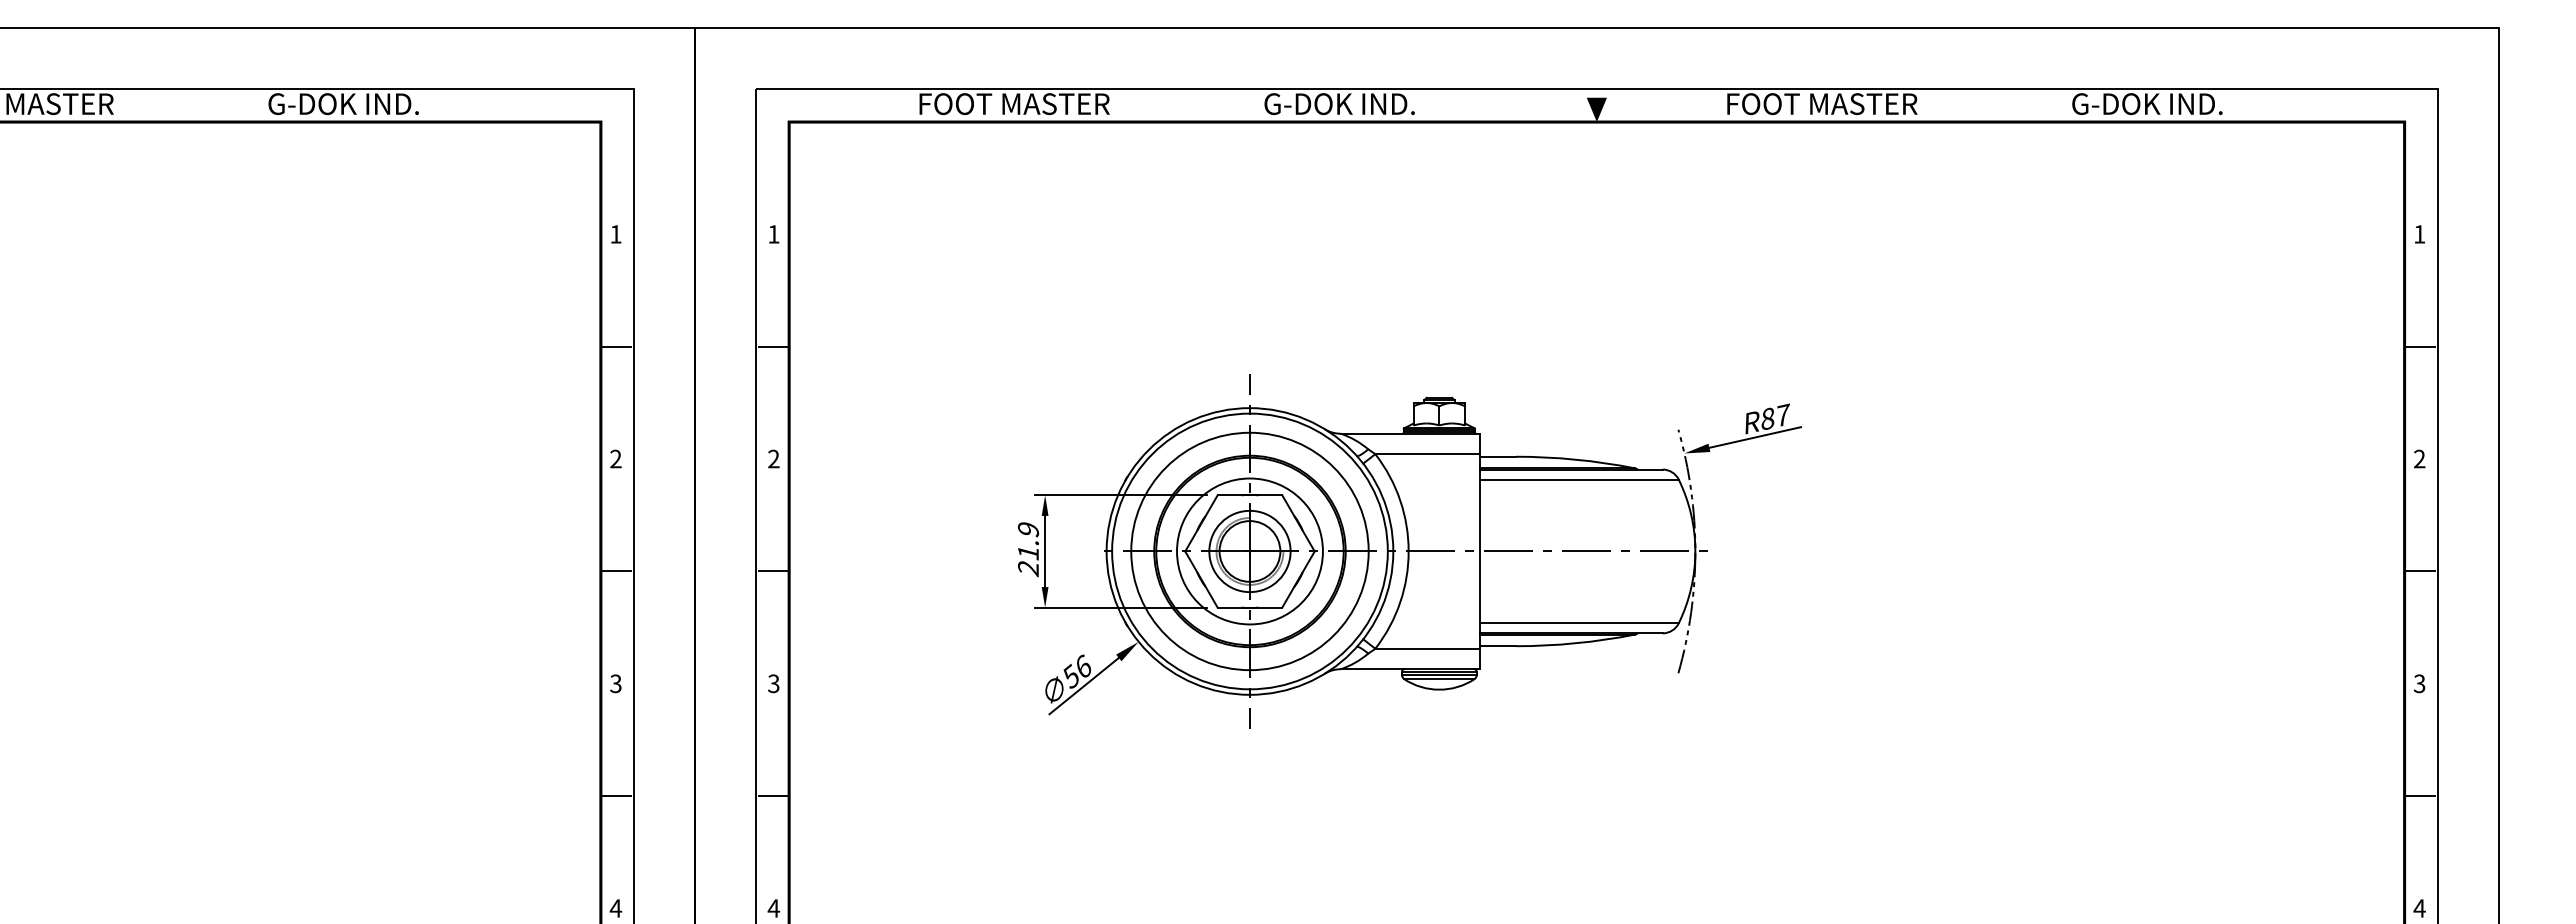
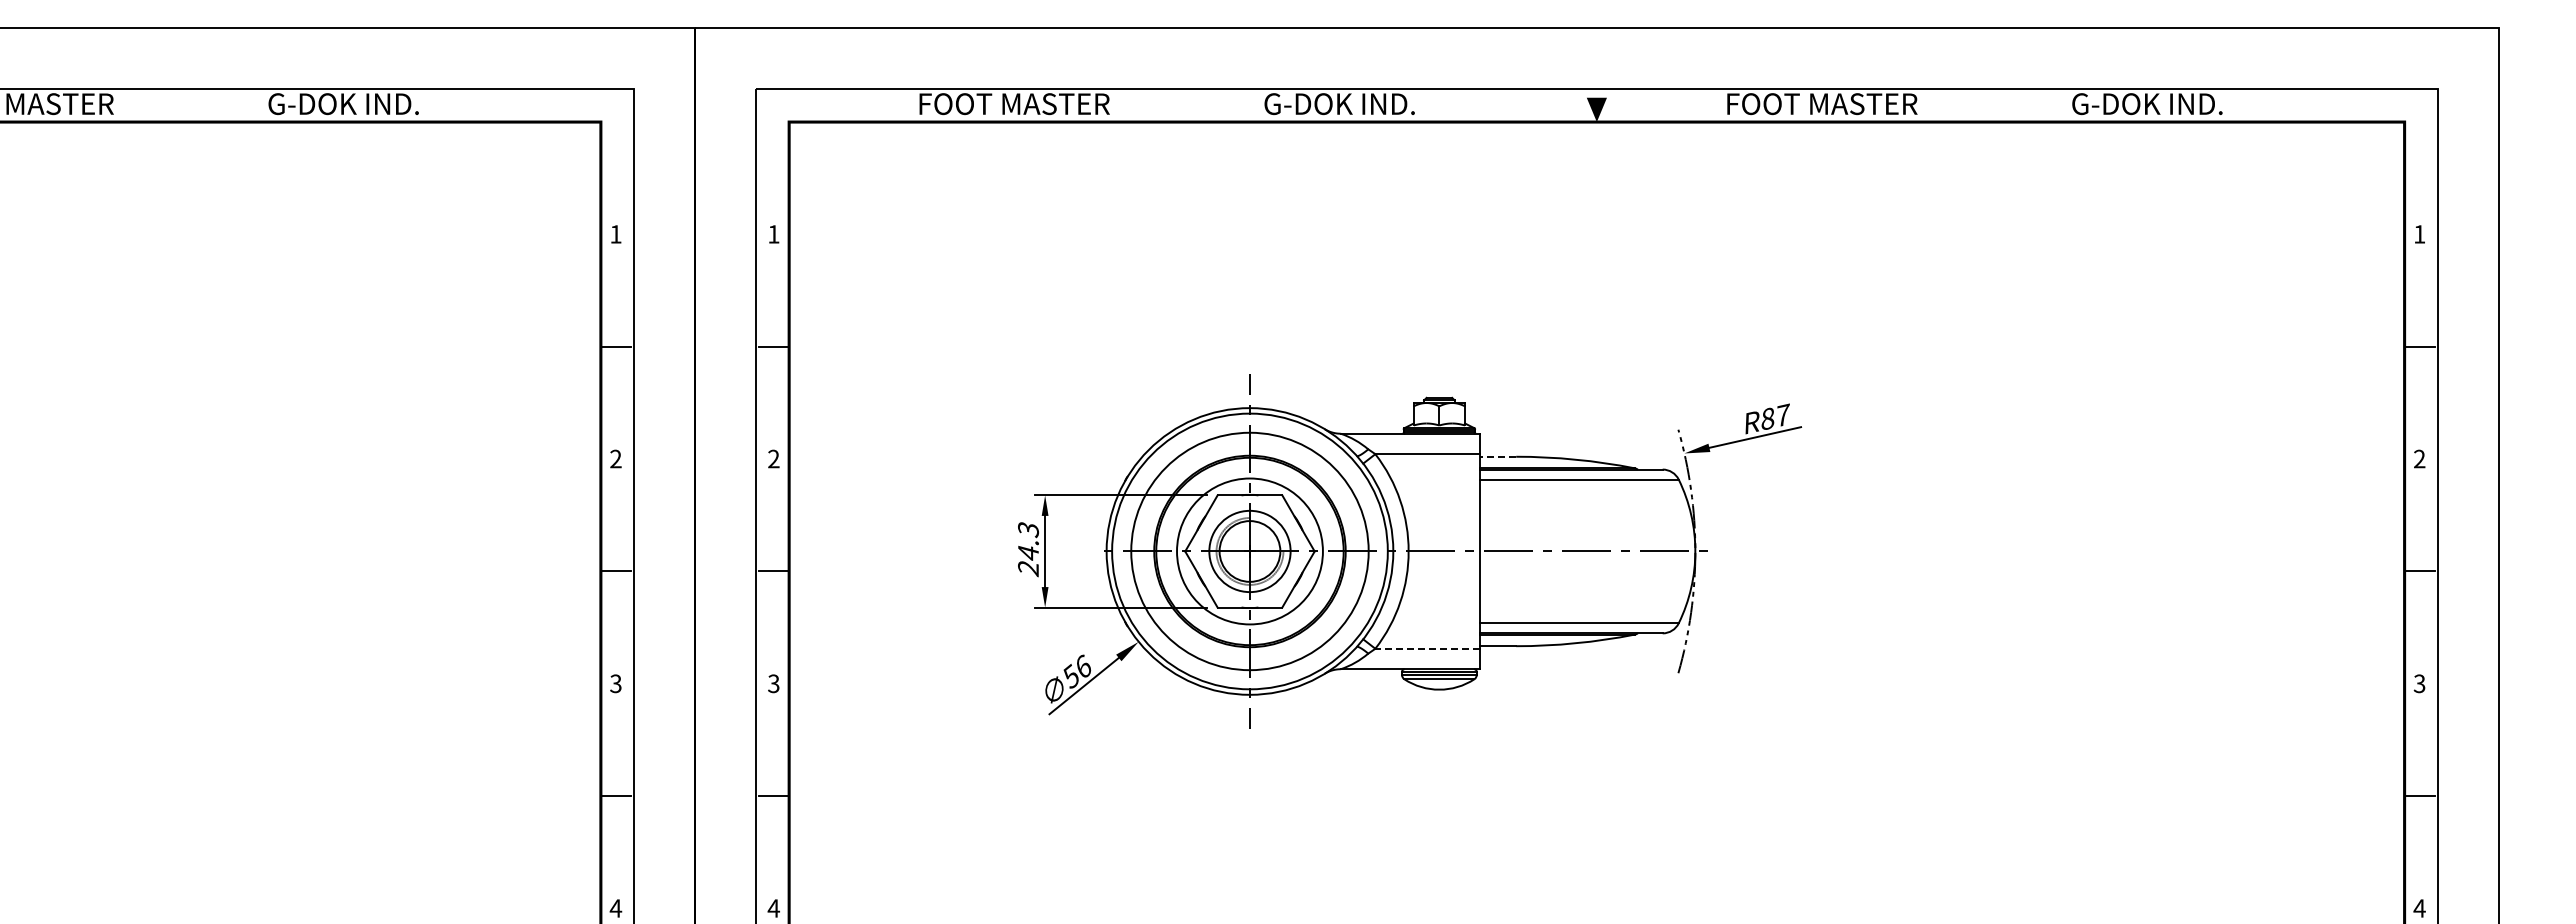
line at (1498, 456): solid -> dashed
text at (1028, 541): 21.9 -> 24.3
line at (1427, 648): solid -> dashed
